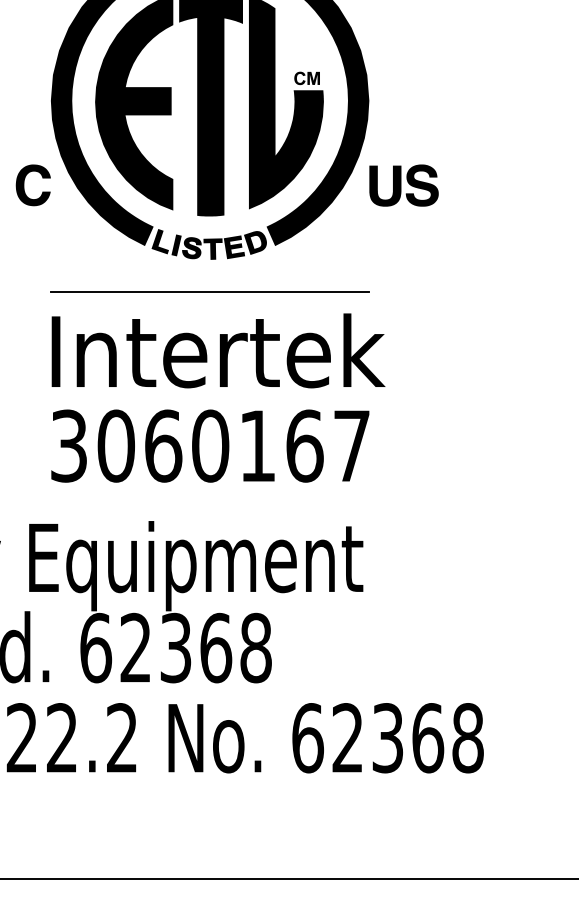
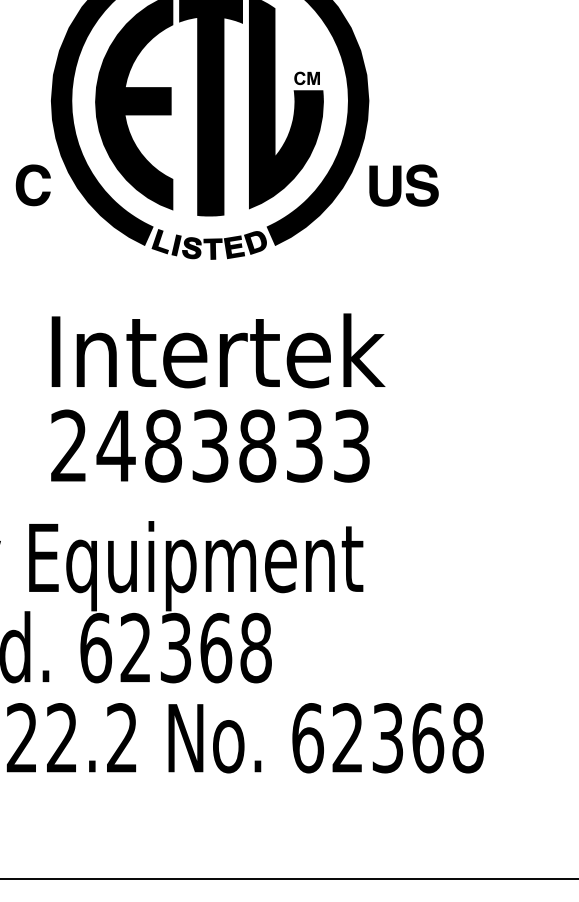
line at (209, 291): present -> none
text at (210, 445): 3060167 -> 2483833
